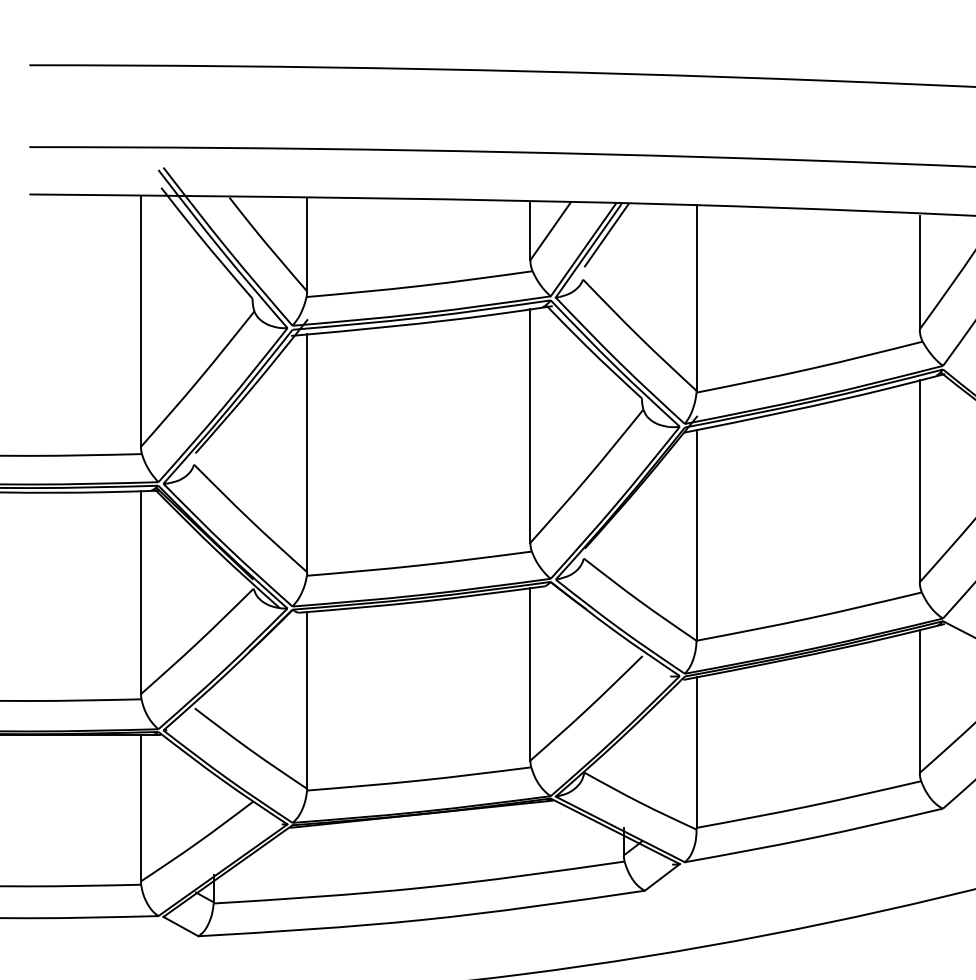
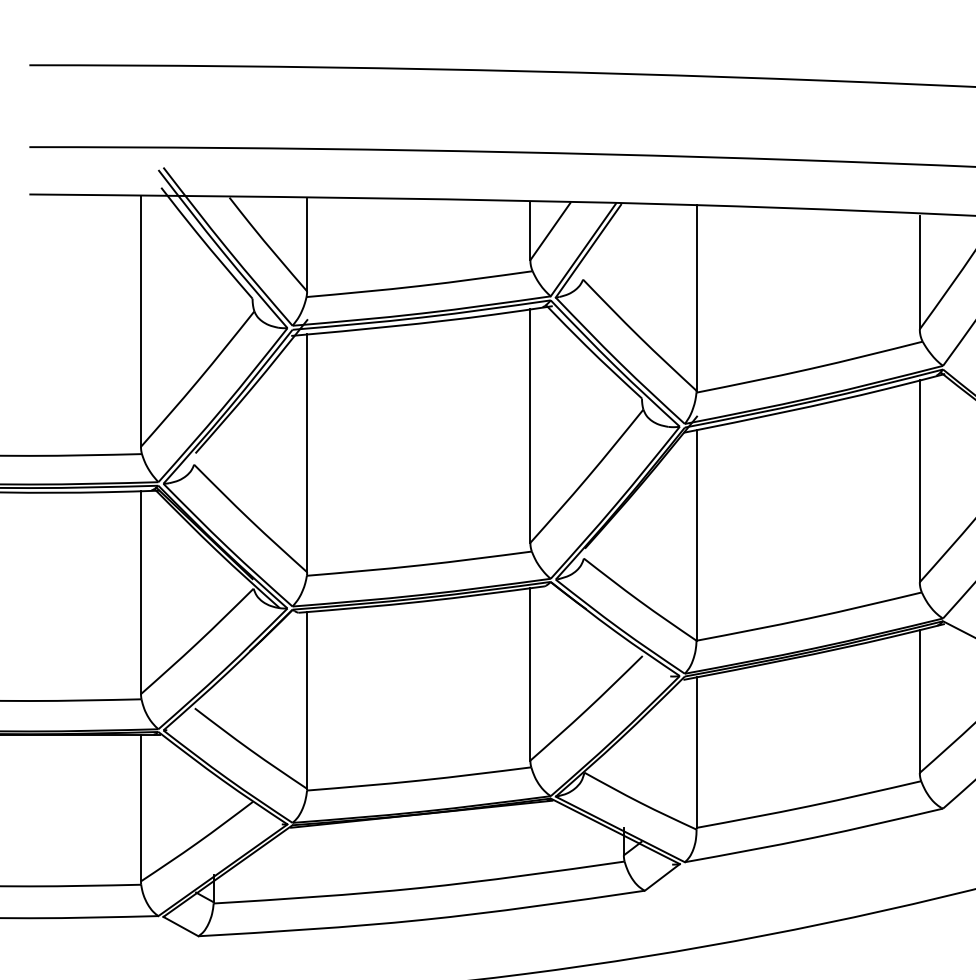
line at (606, 235): present -> none
